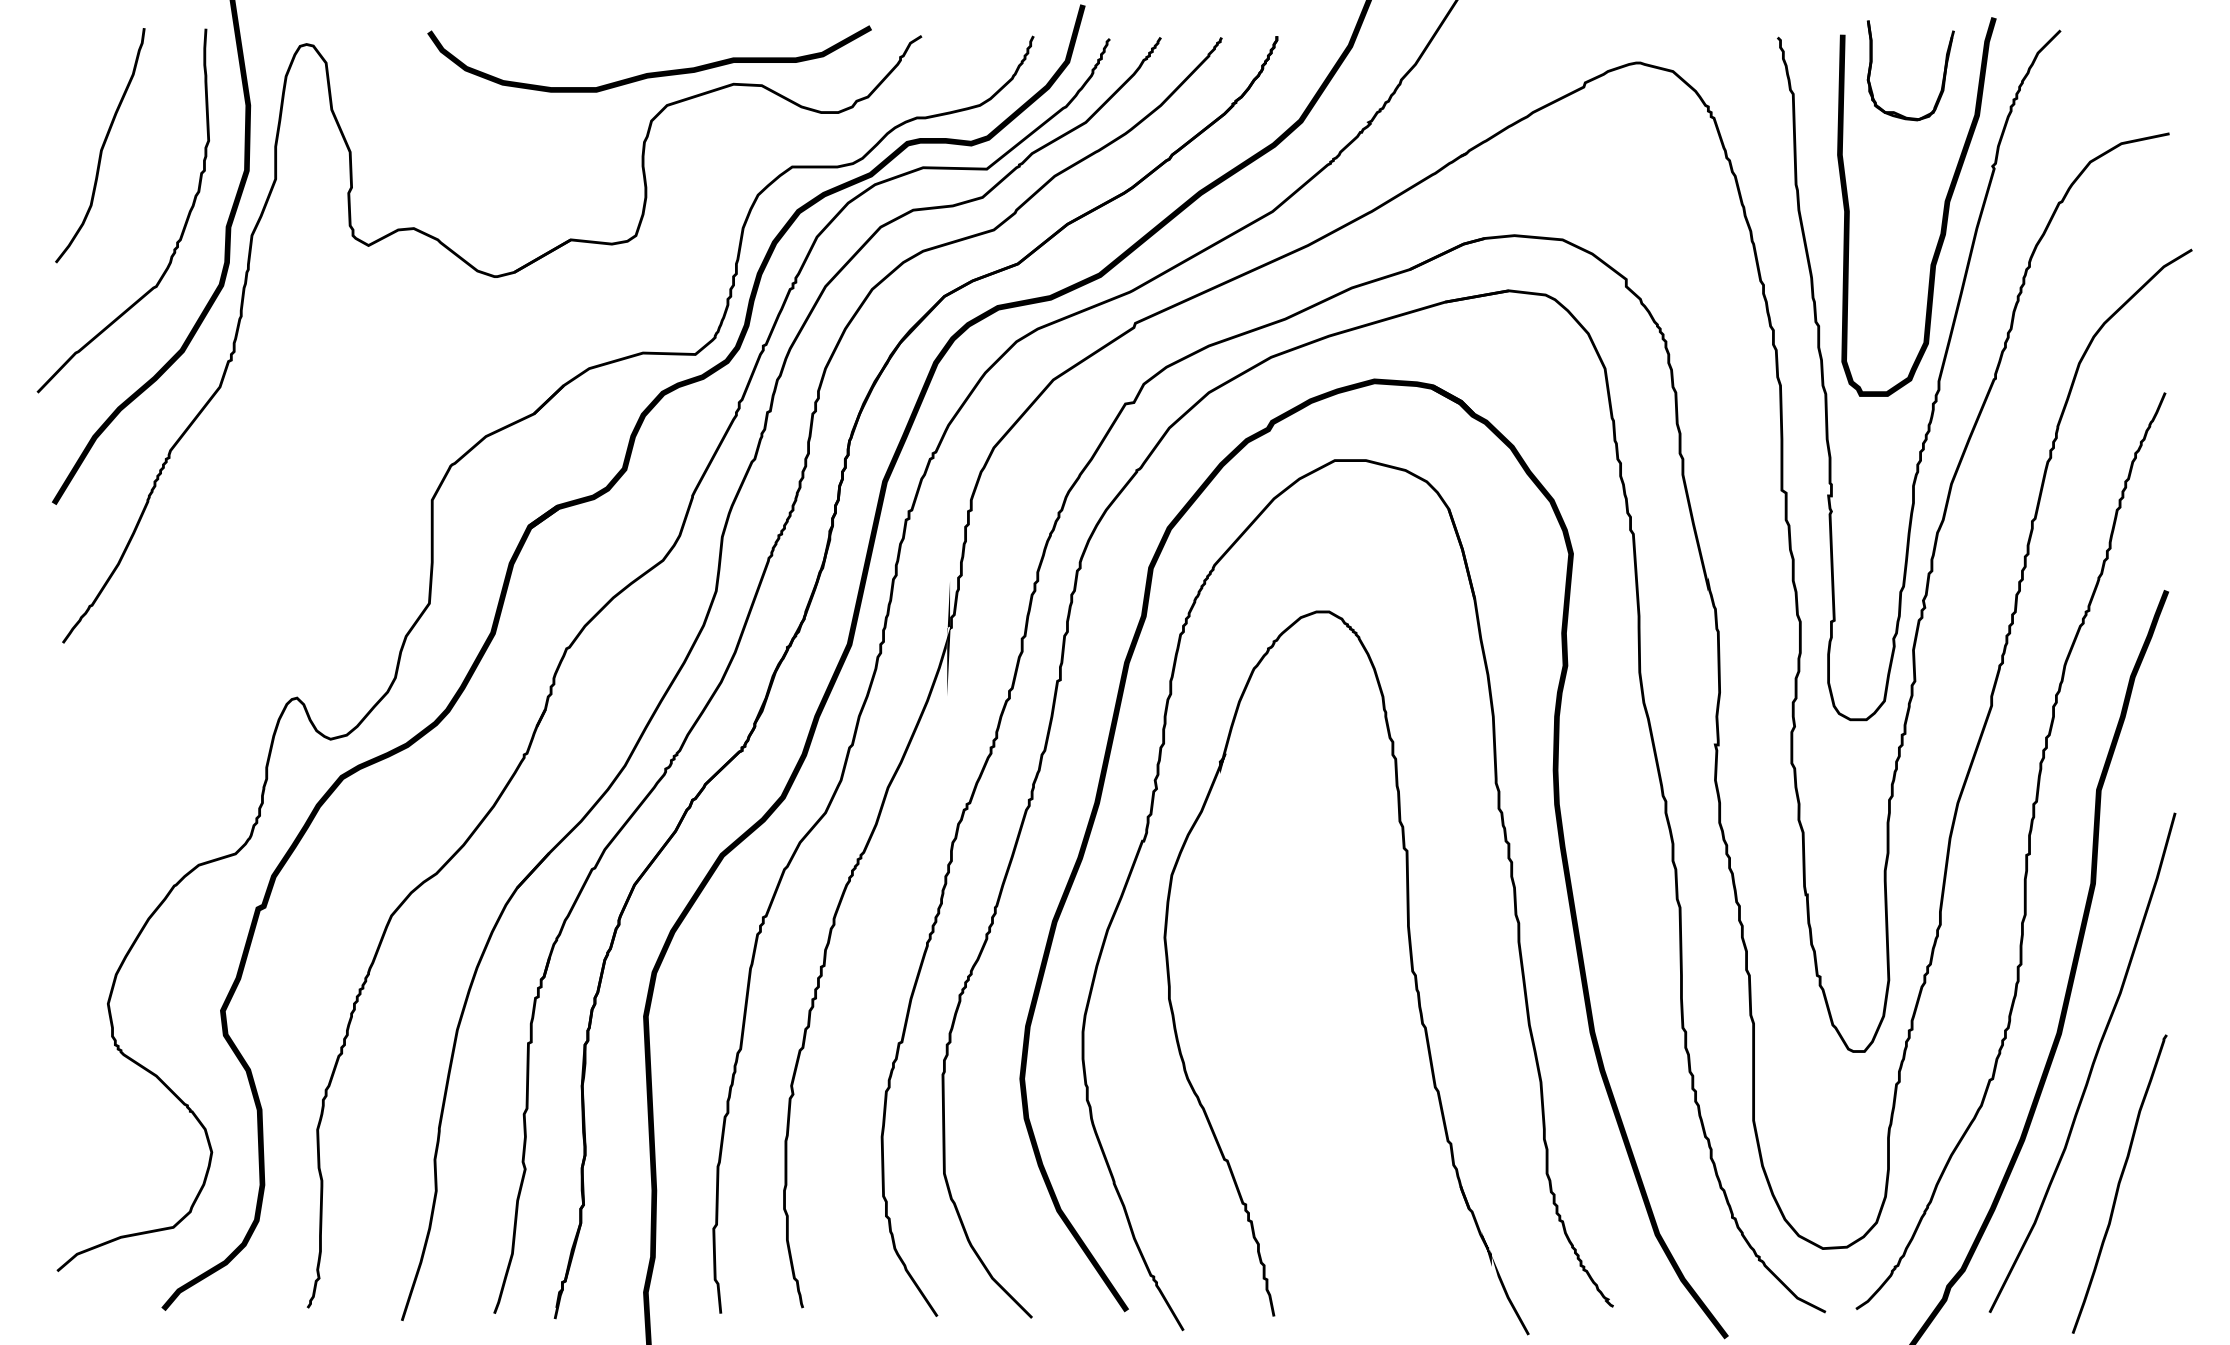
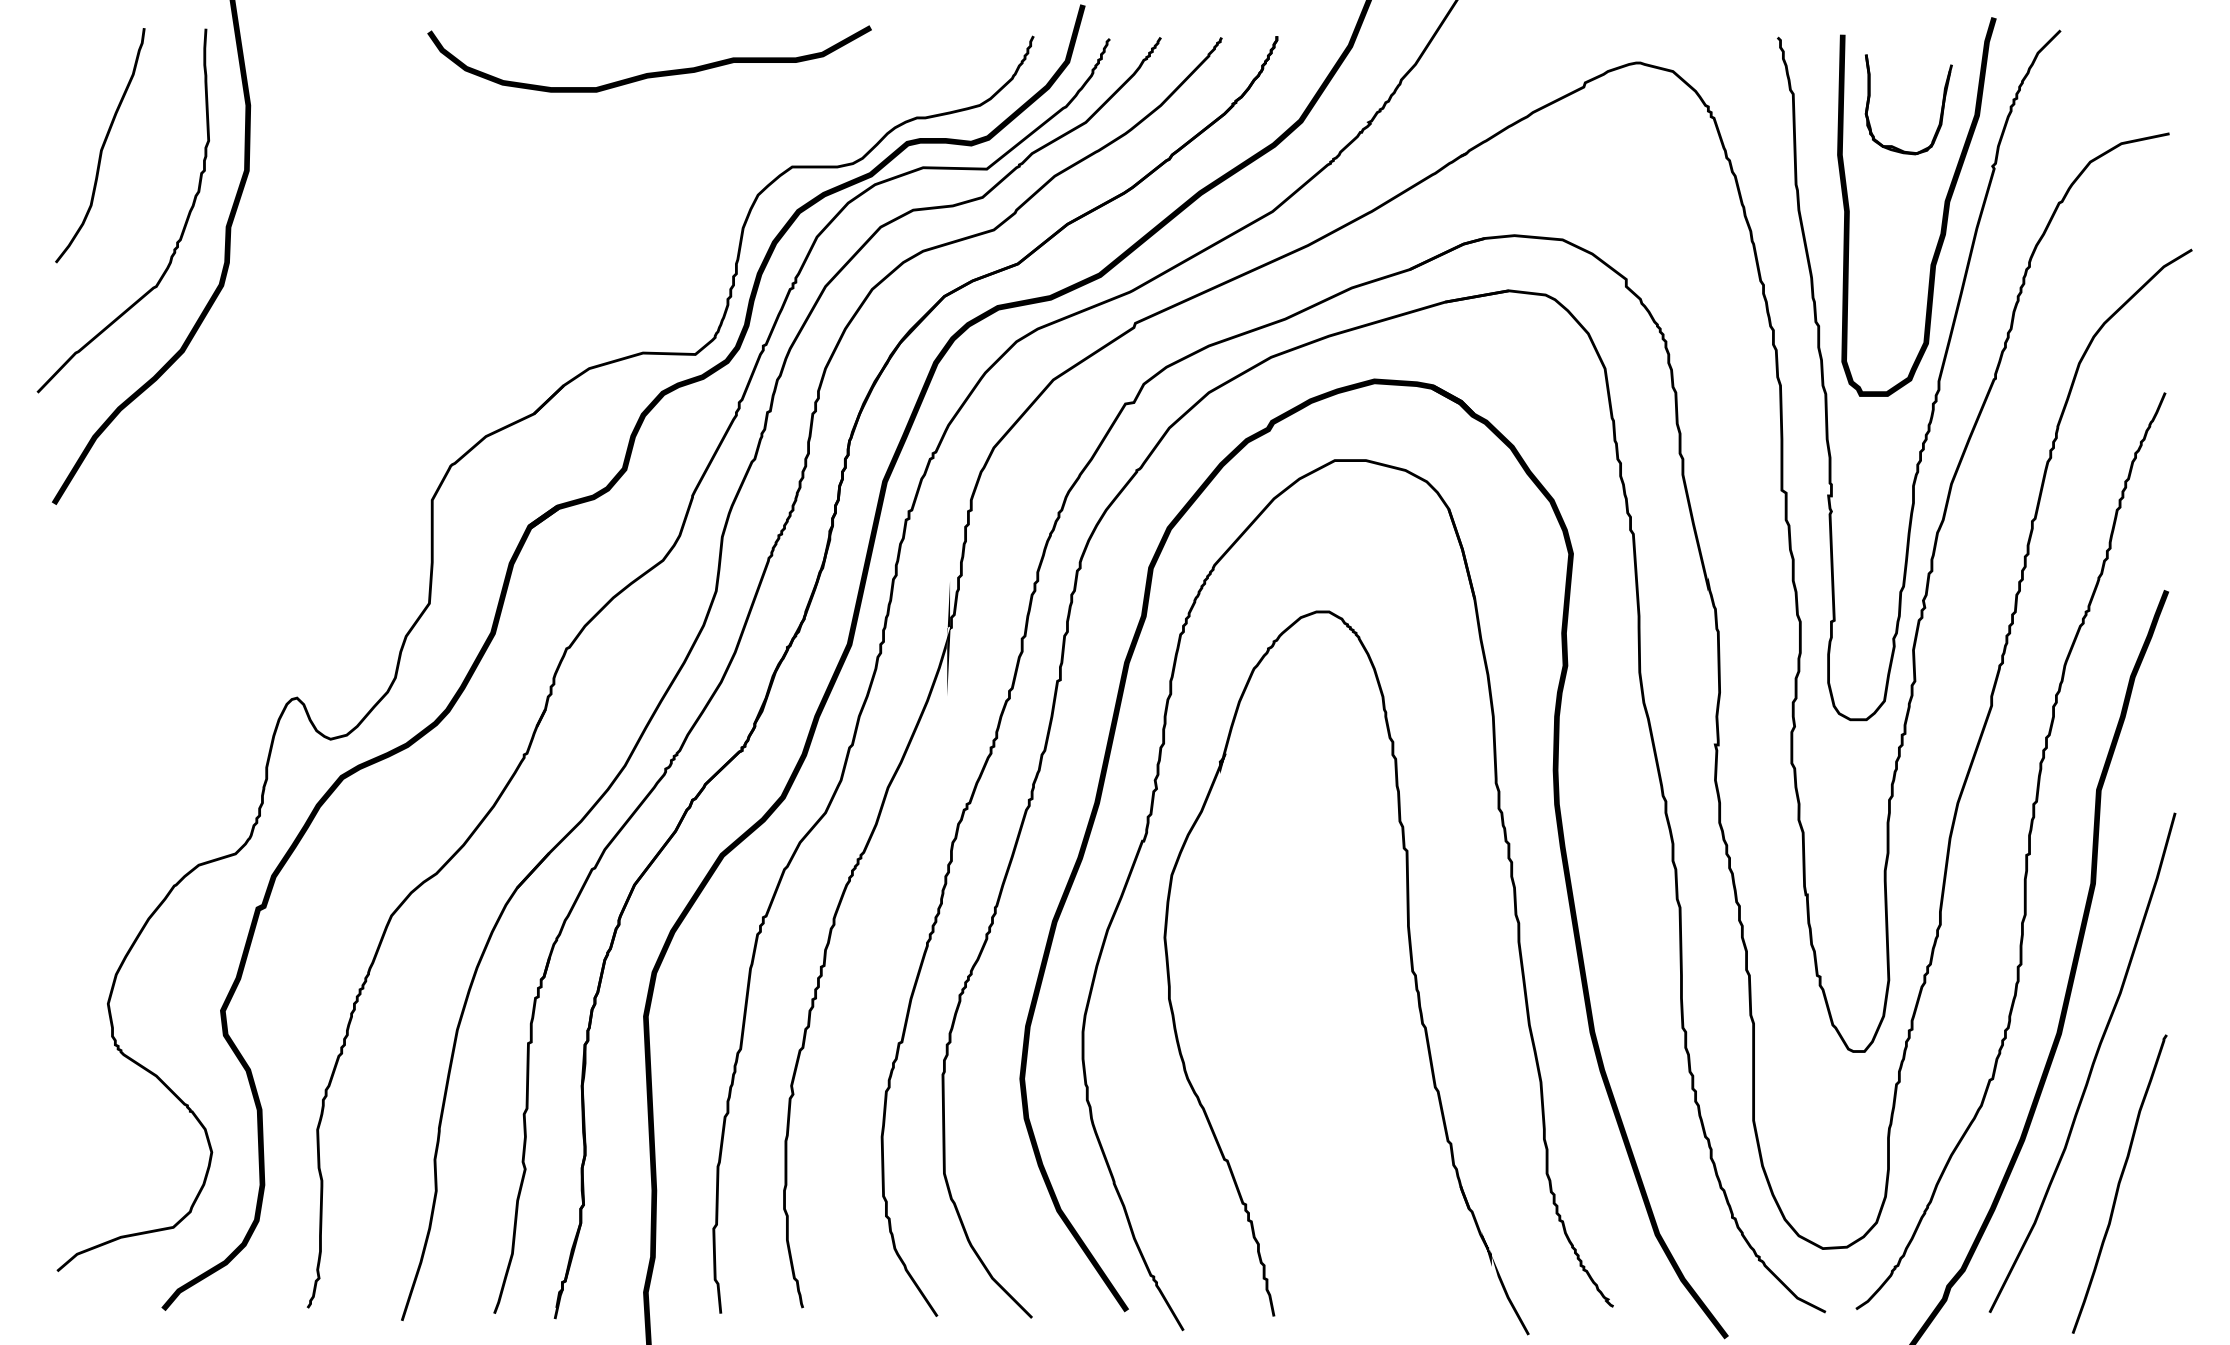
part at (1942, 77) position: (1942, 77) -> (1940, 111)
part at (492, 277): present -> none
